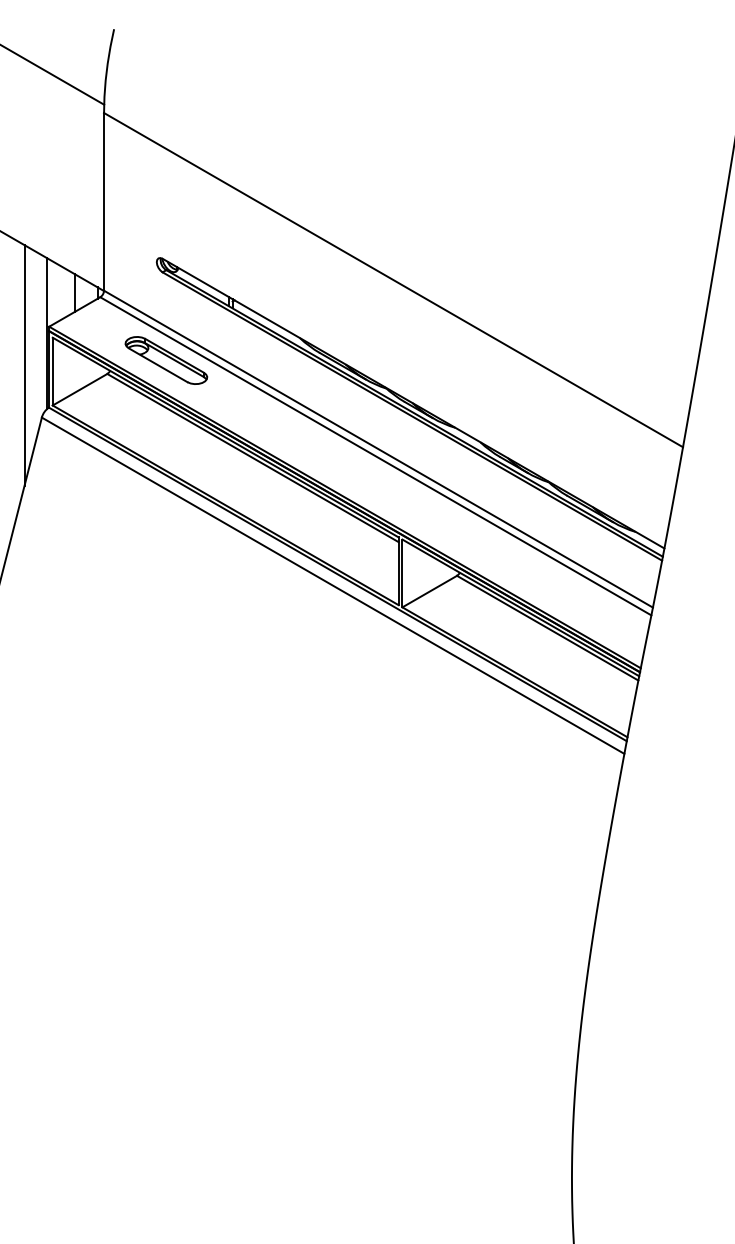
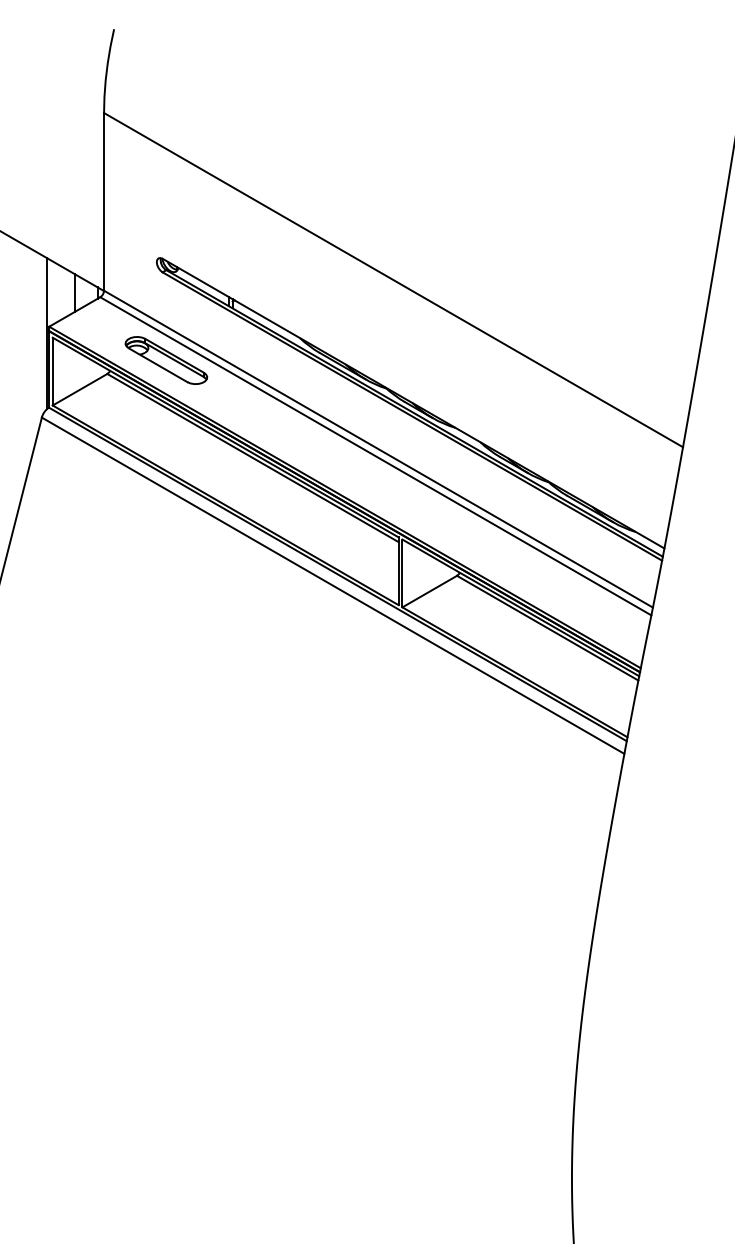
line at (53, 75): present -> none
line at (24, 365): present -> none
